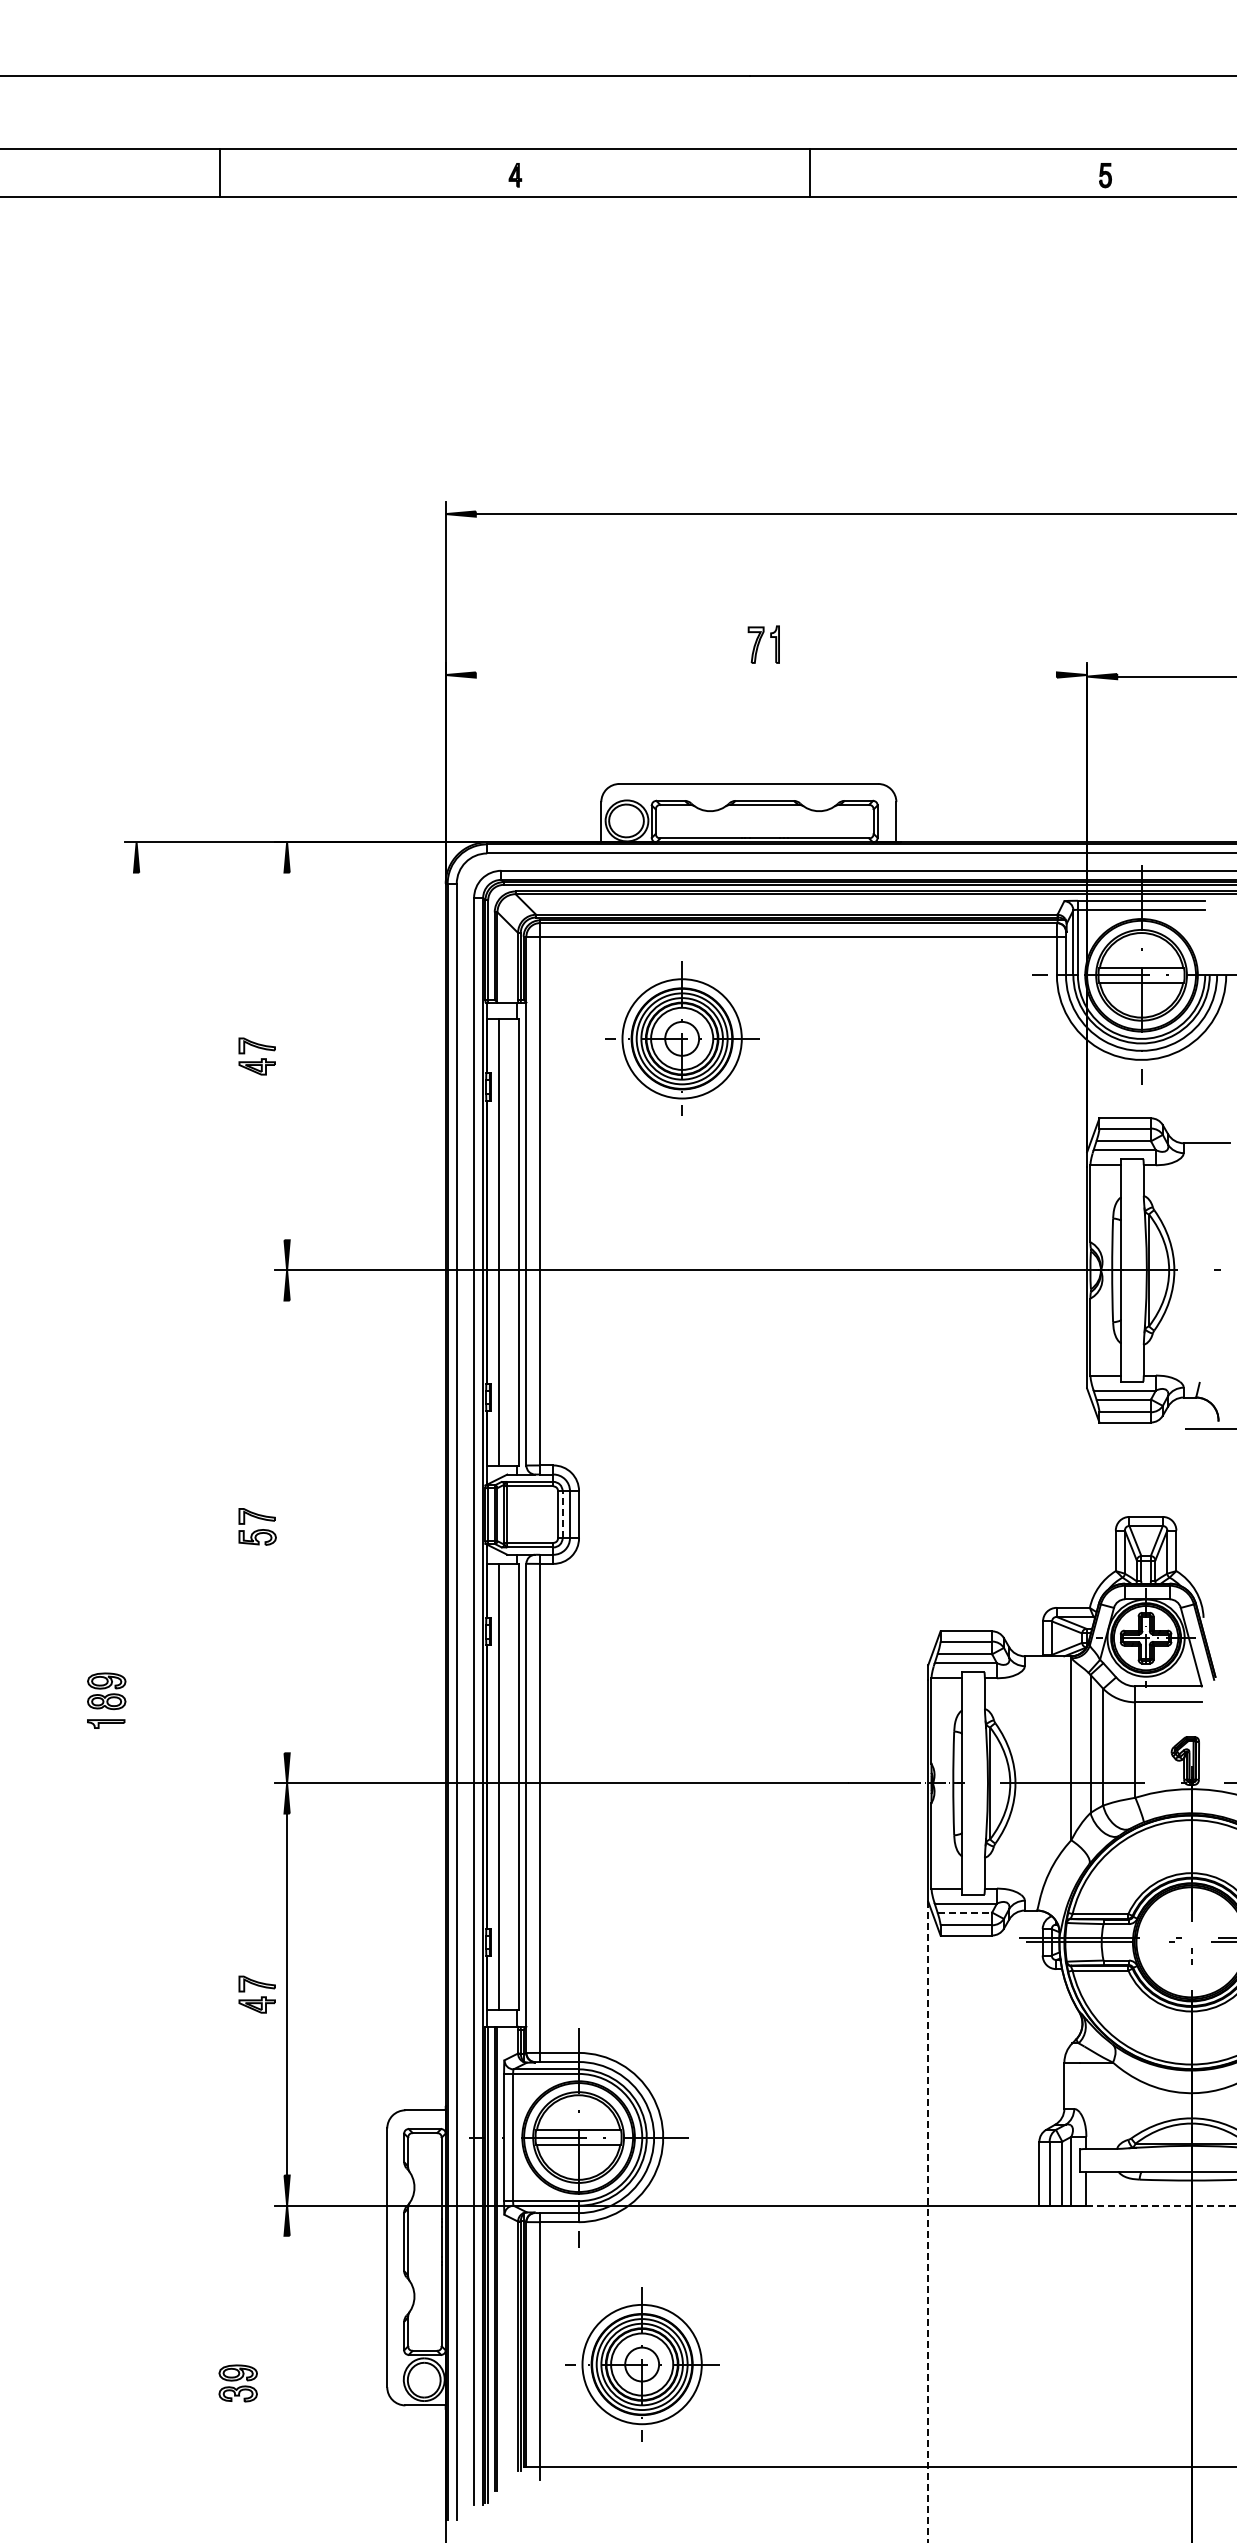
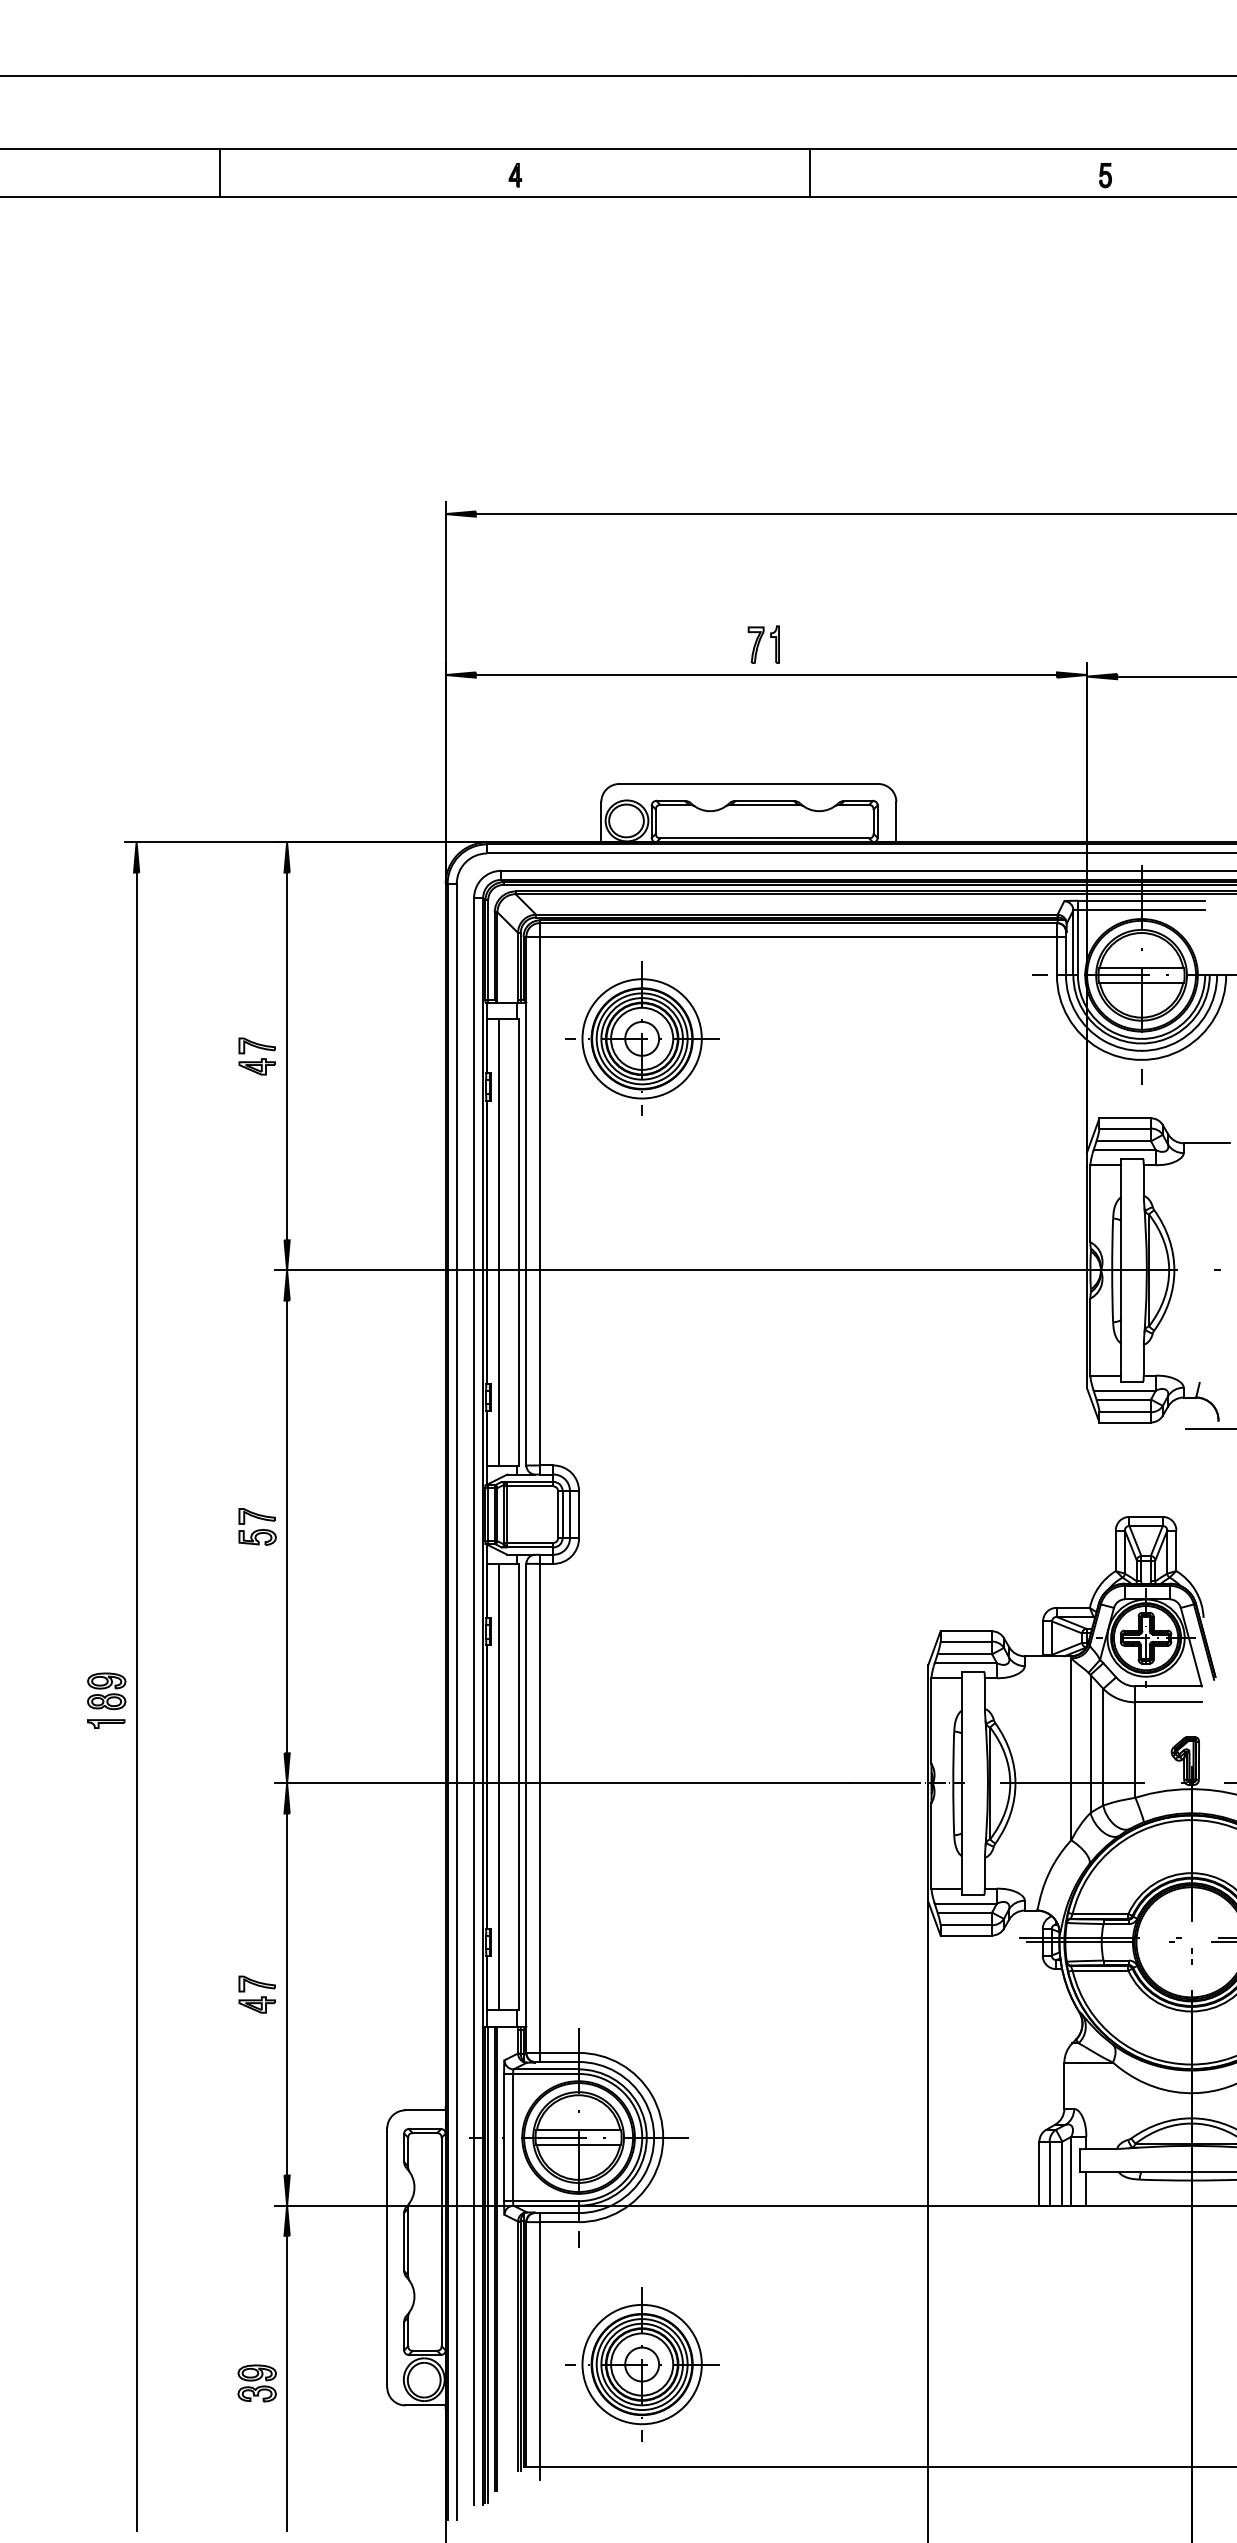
line at (765, 675): none -> present
part at (682, 1038) position: (682, 1038) -> (642, 1038)
line at (287, 1056): none -> present
line at (562, 1514): dashed -> solid
line at (287, 1526): none -> present
line at (136, 1701): none -> present
line at (965, 1912): dashed -> solid
line at (1162, 2205): dashed -> solid
line at (928, 2222): dashed -> solid
line at (287, 2382): none -> present
part at (237, 2383) position: (237, 2383) -> (256, 2383)
